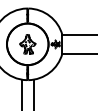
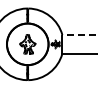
line at (79, 34): solid -> dashed
line at (21, 93): present -> none
line at (33, 93): present -> none
